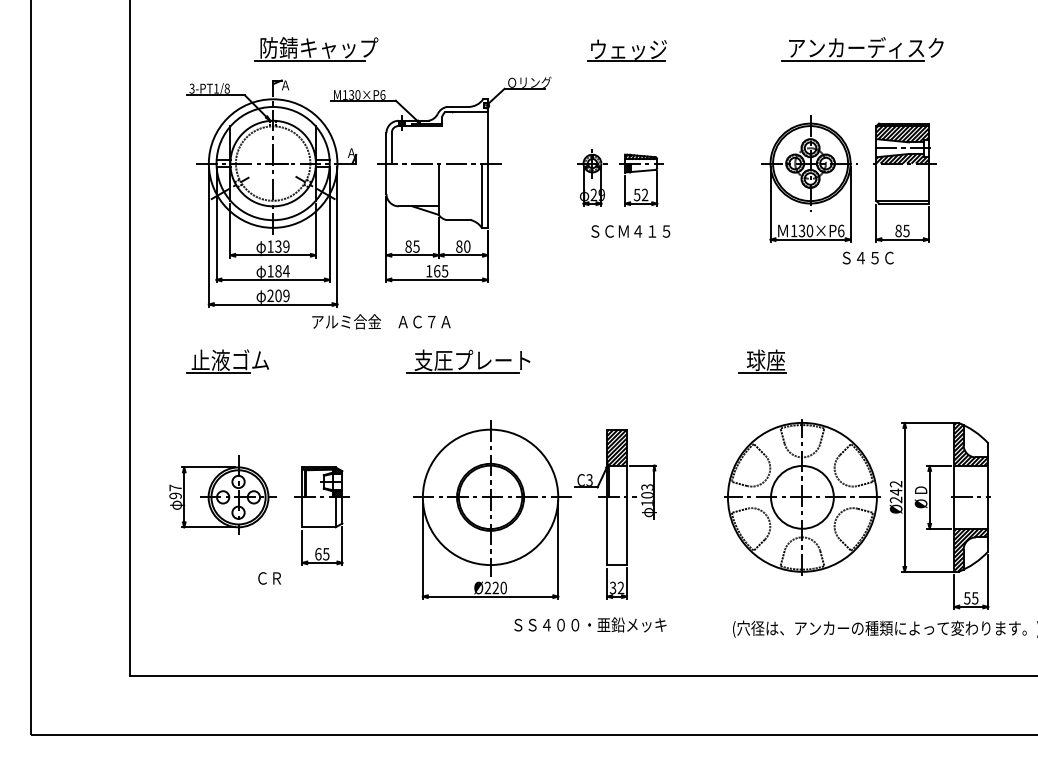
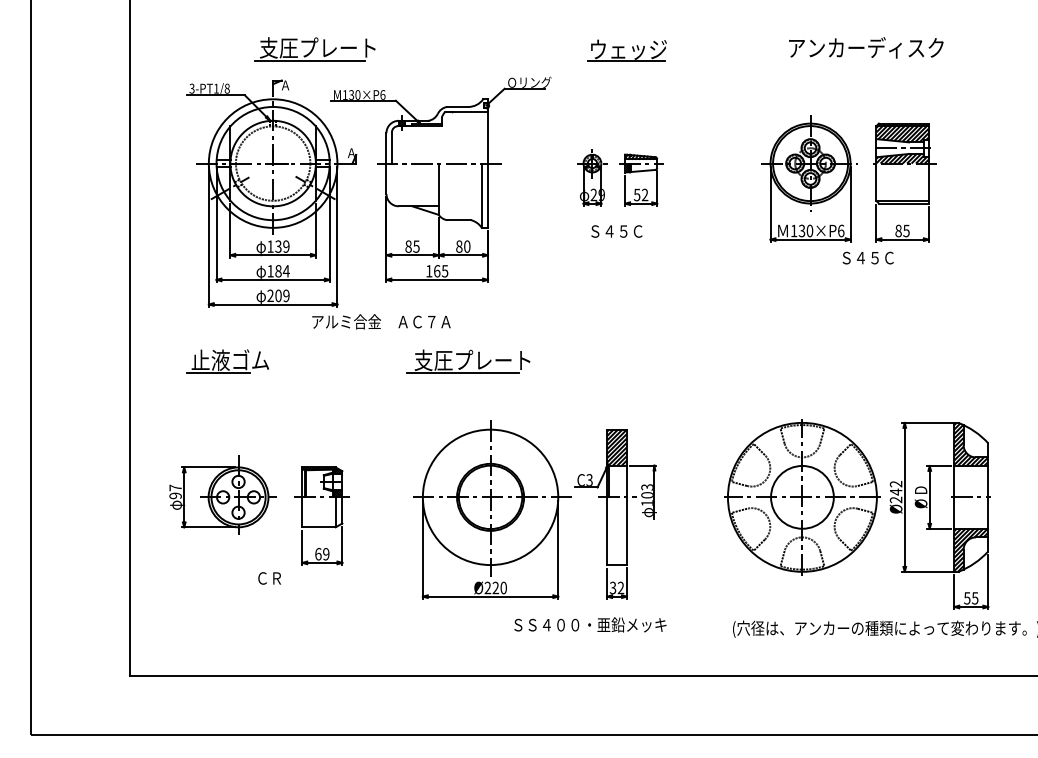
text at (318, 47): 防錆キャップ -> 支圧プレート
line at (852, 61): present -> none
text at (637, 231): ＳＣＭ４１５ -> Ｓ４５Ｃ
part at (762, 361): present -> none
text at (326, 554): 65 -> 69
